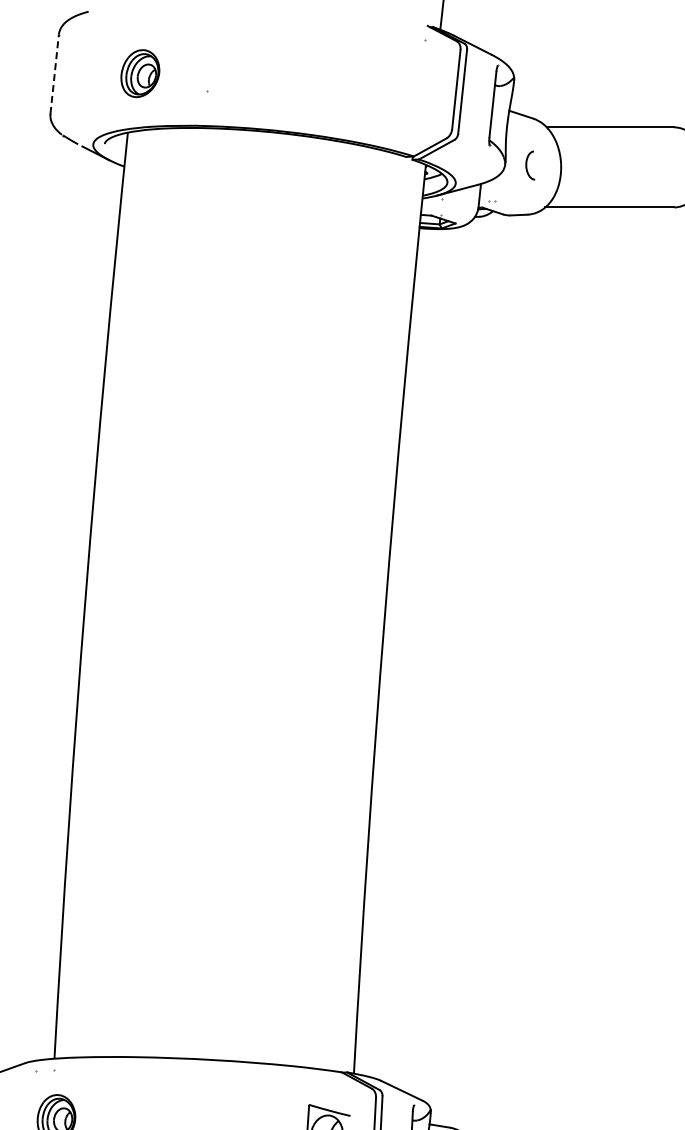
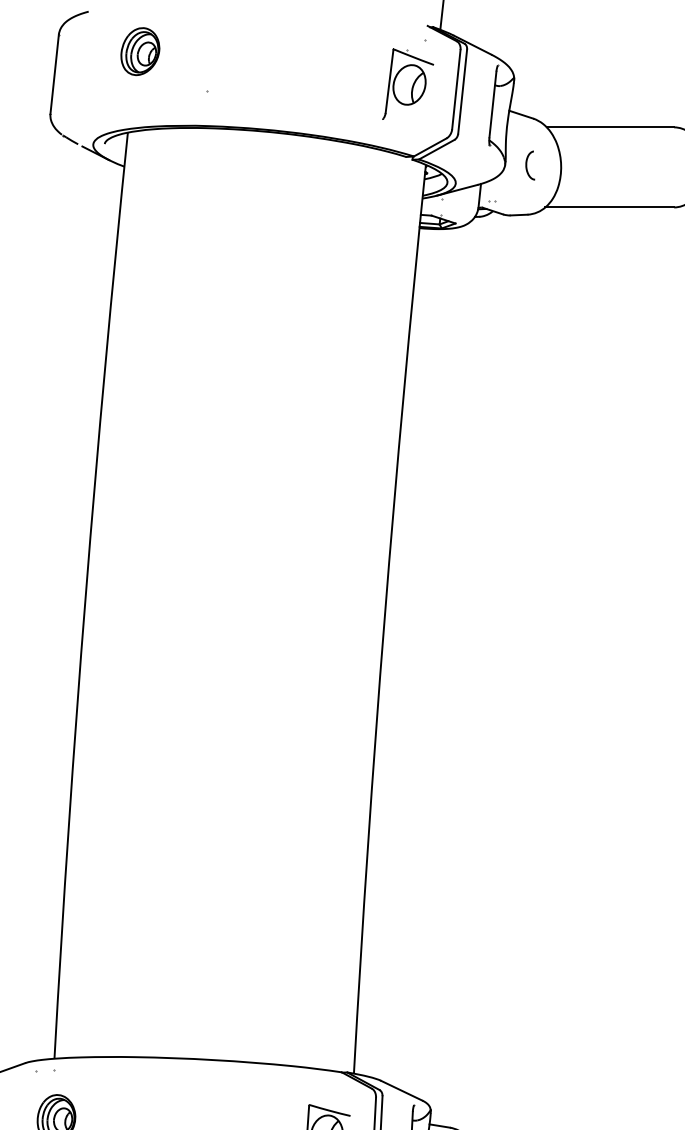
part at (140, 73) position: (140, 73) -> (140, 51)
line at (54, 74): dashed -> solid
part at (408, 83): none -> present
